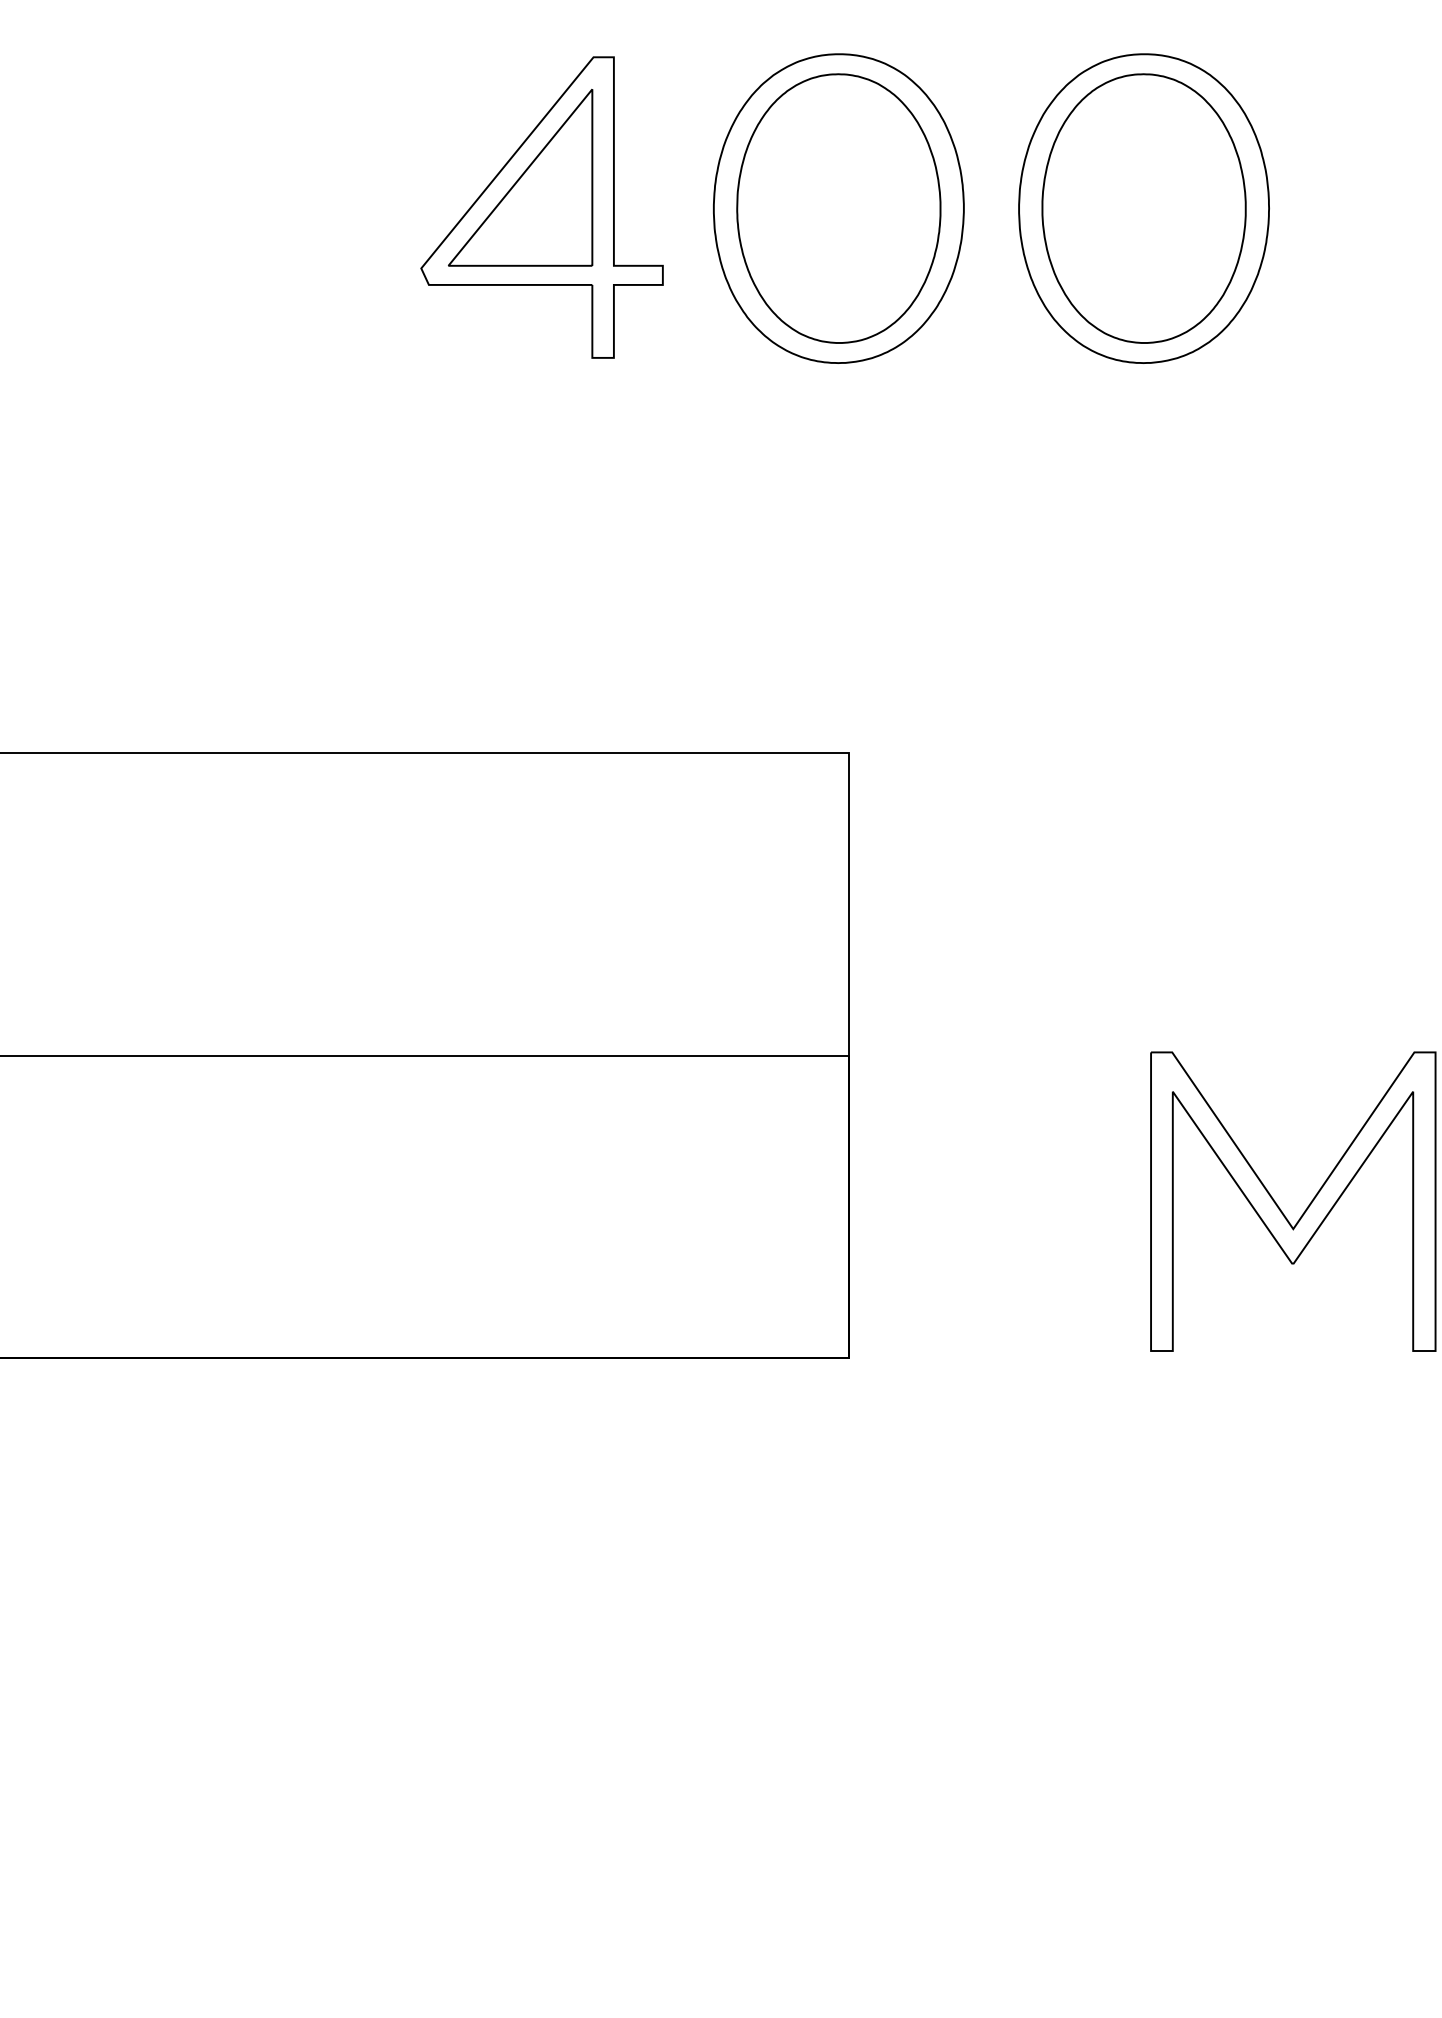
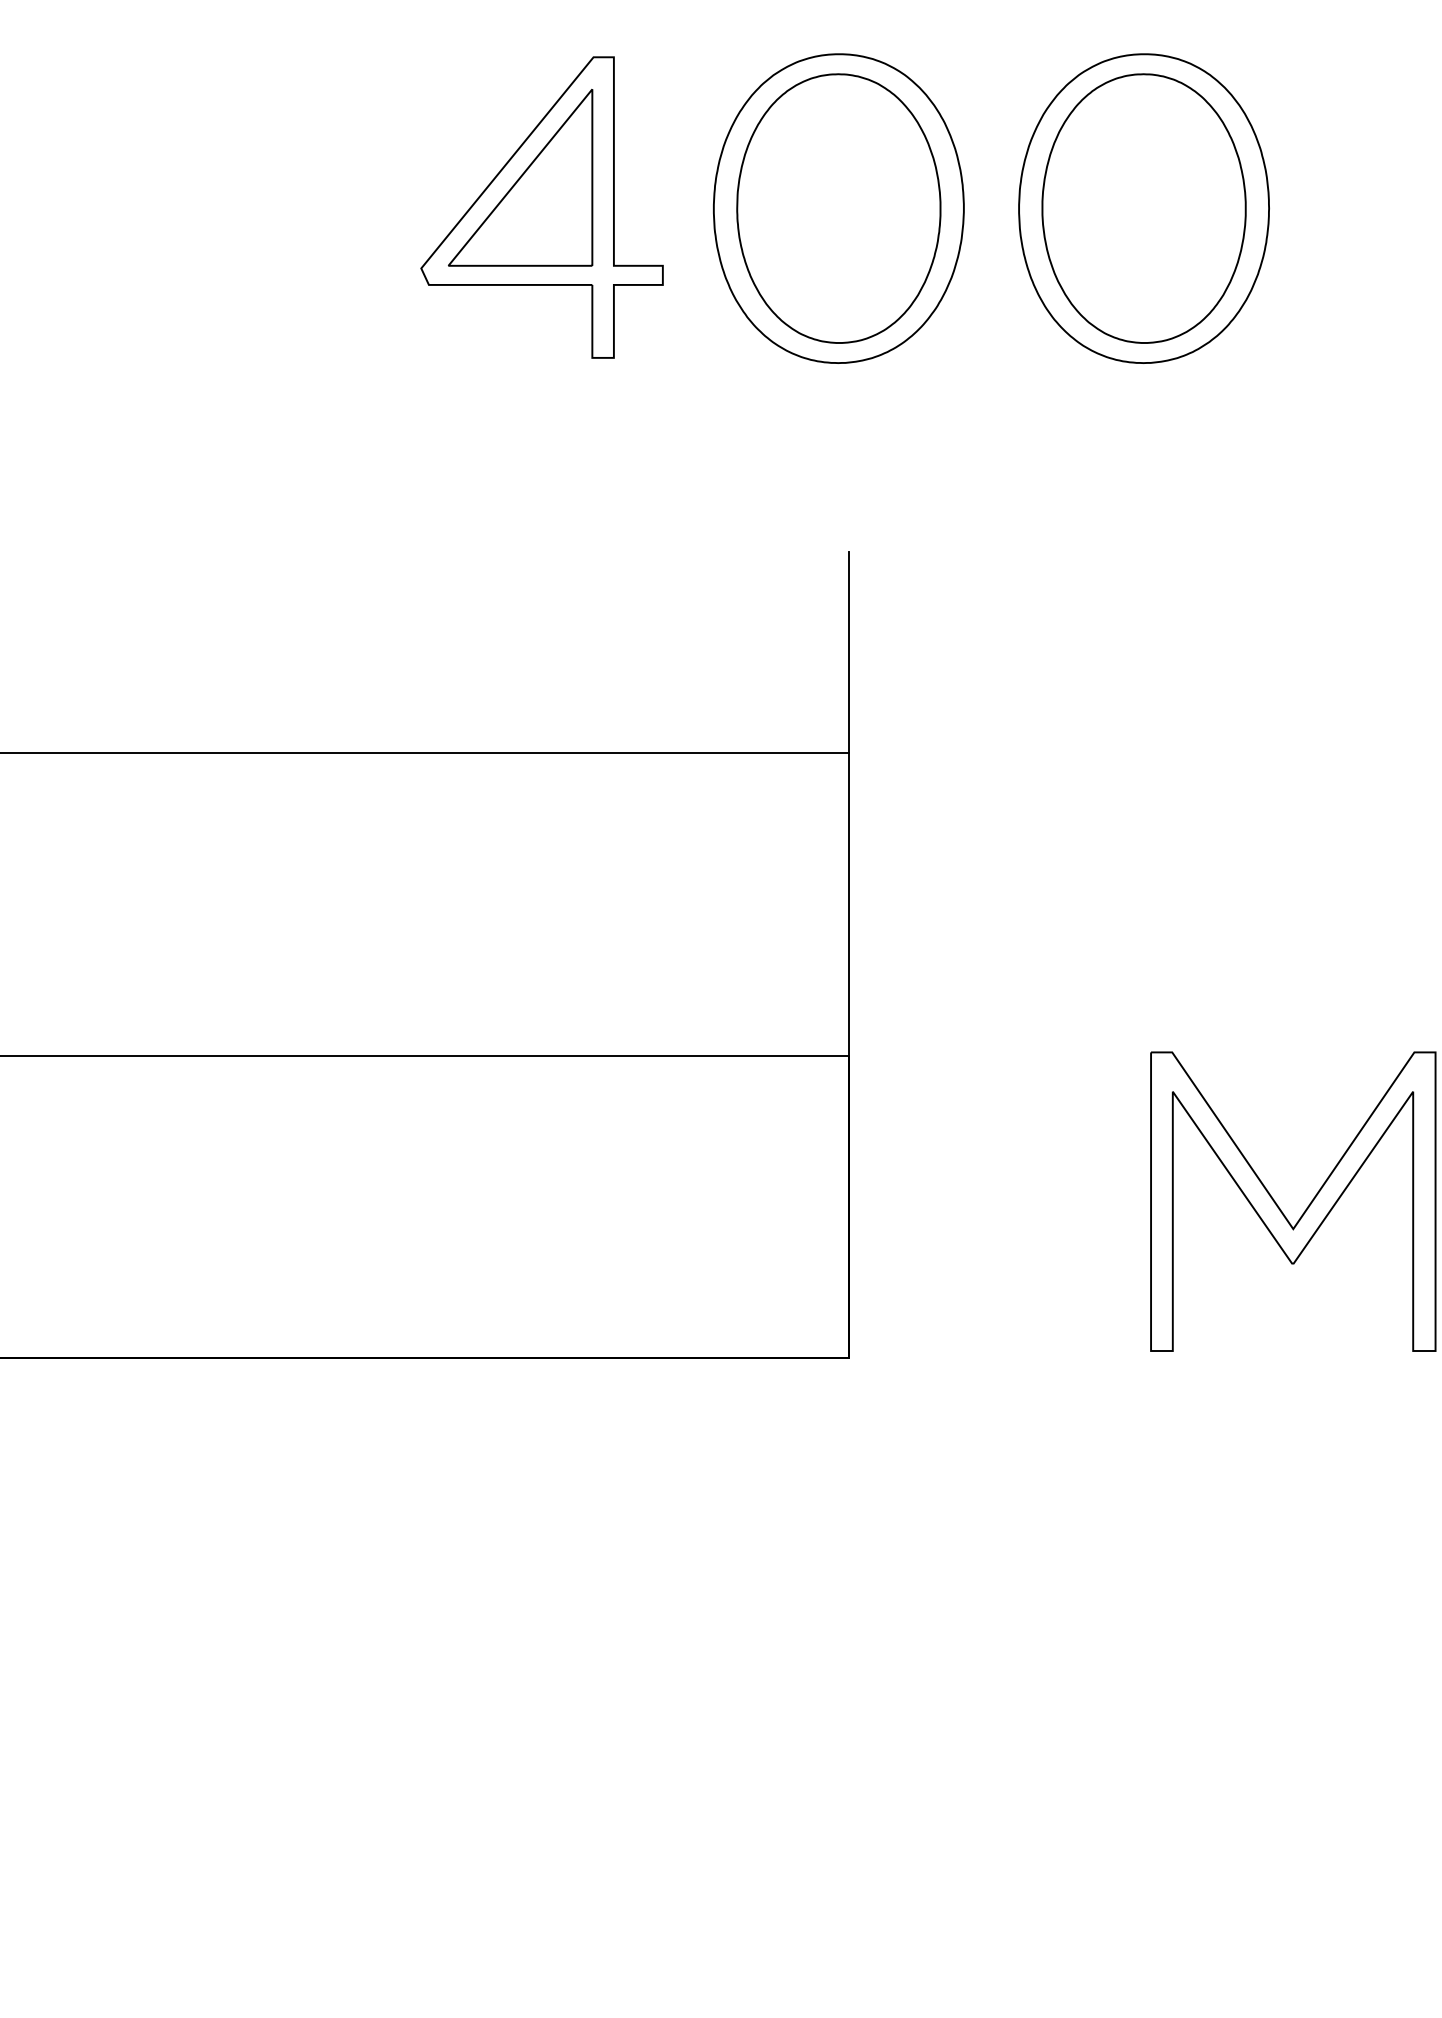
line at (848, 652): none -> present
